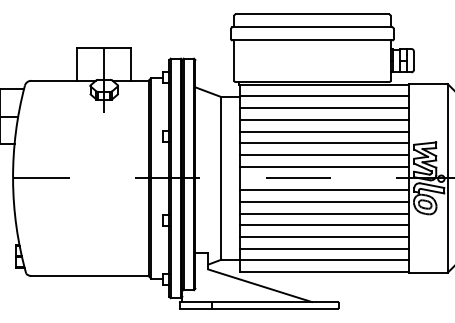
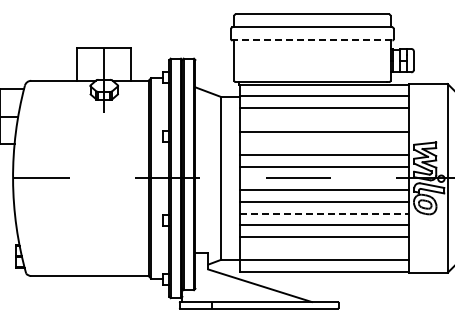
line at (311, 40): solid -> dashed
line at (324, 119): present -> none
line at (324, 143): present -> none
line at (324, 213): solid -> dashed
line at (324, 248): present -> none
